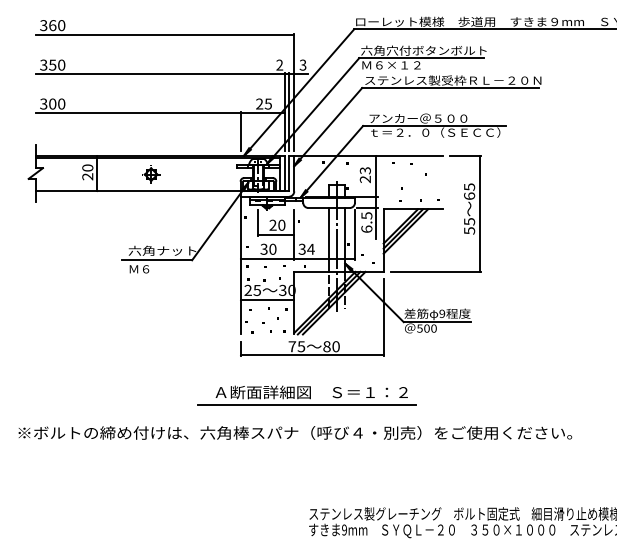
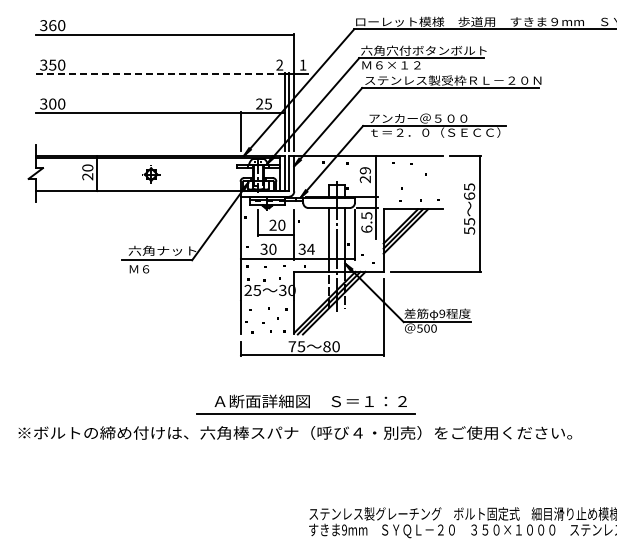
text at (302, 64): 3 -> 1
line at (160, 74): solid -> dashed
text at (365, 170): 23 -> 29
line at (267, 300): present -> none
part at (306, 395) position: (306, 395) -> (305, 404)
